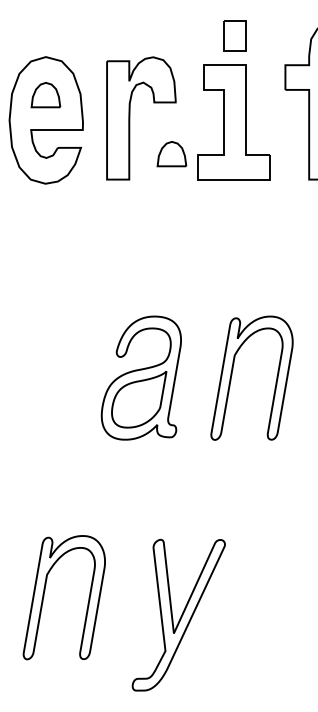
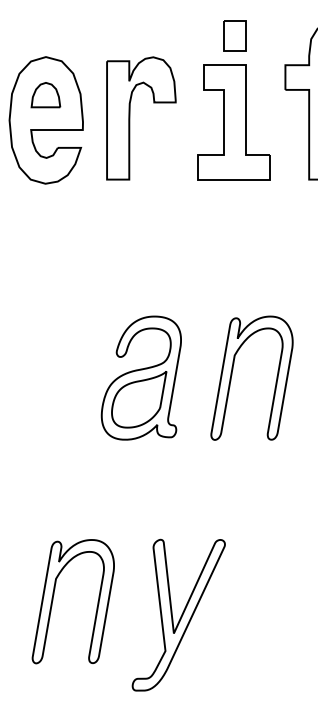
part at (171, 154): present -> none
part at (45, 591) position: (45, 591) -> (54, 595)
